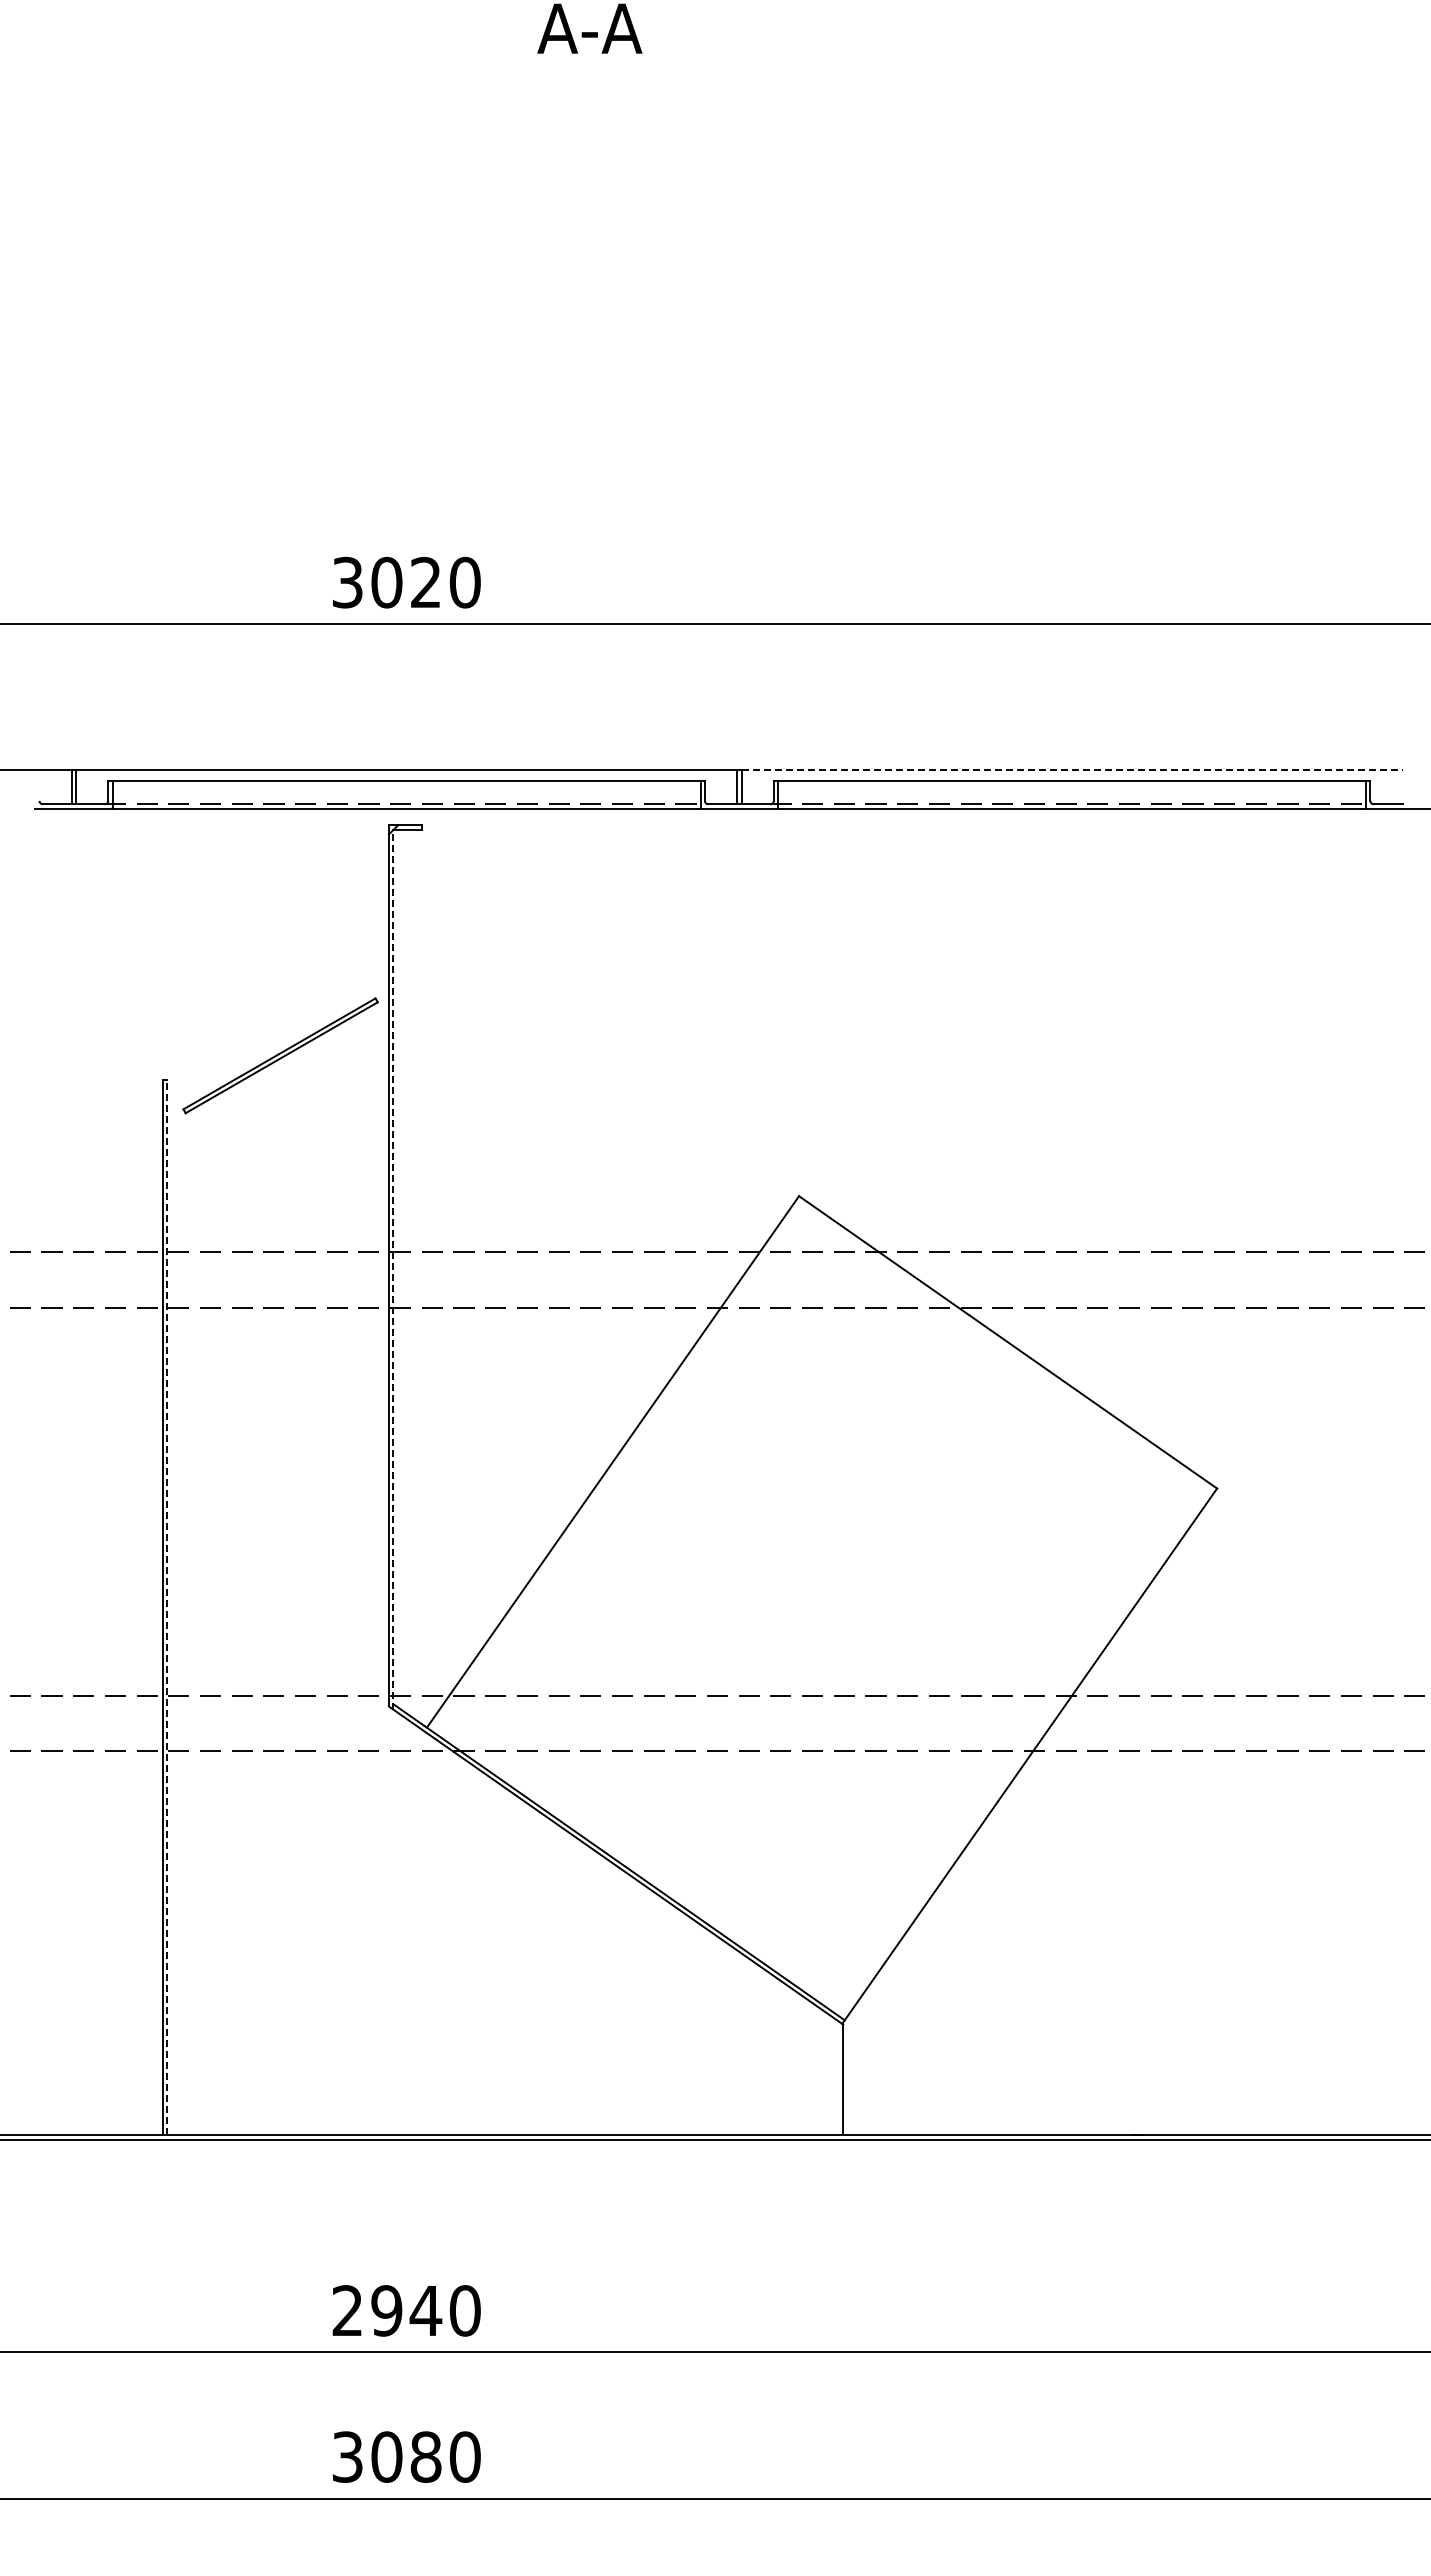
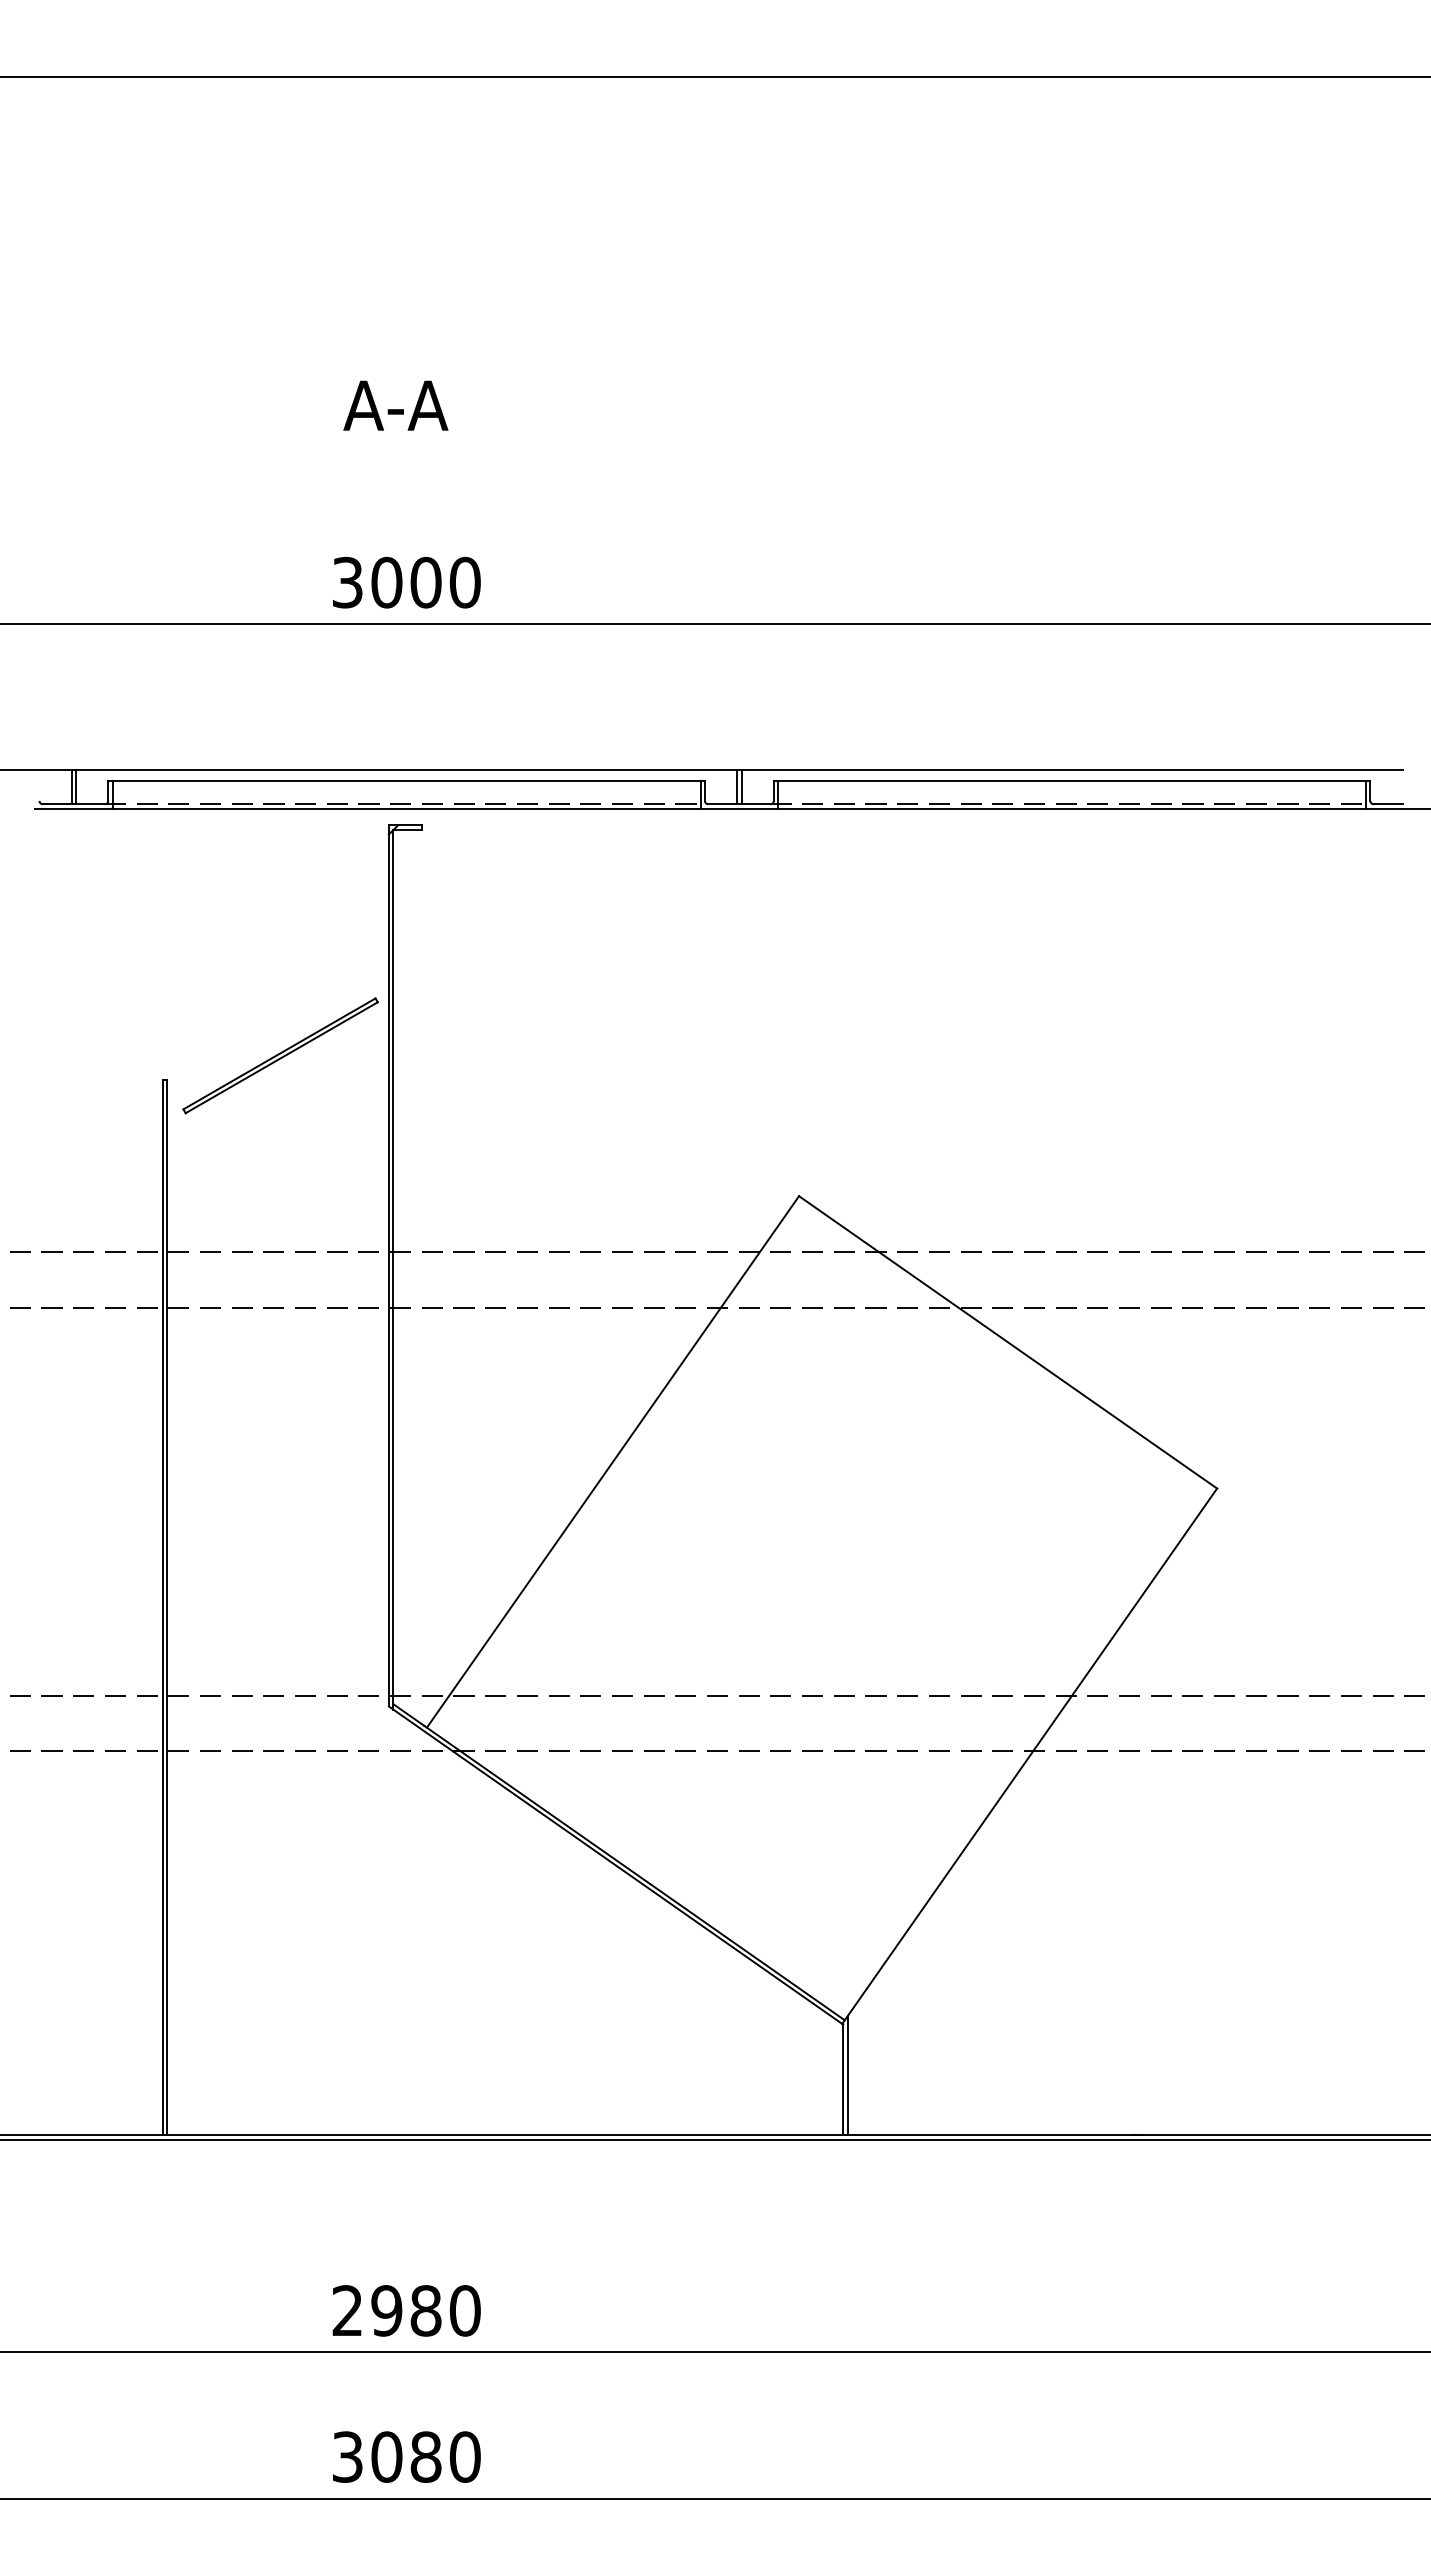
text at (589, 28) position: (589, 28) -> (395, 405)
line at (714, 77): none -> present
text at (425, 582): 3020 -> 3000
line at (1072, 769): dashed -> solid
line at (393, 1269): dashed -> solid
line at (167, 1607): dashed -> solid
line at (847, 2075): none -> present
text at (425, 2310): 2940 -> 2980
